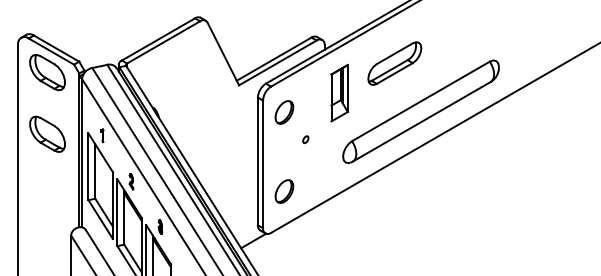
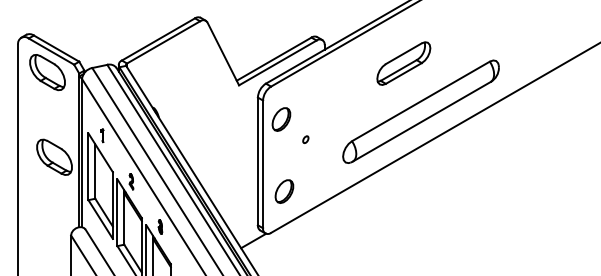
part at (394, 63) position: (394, 63) -> (403, 63)
part at (339, 93): present -> none
part at (284, 112) position: (284, 112) -> (281, 119)
part at (47, 133) position: (47, 133) -> (54, 156)
